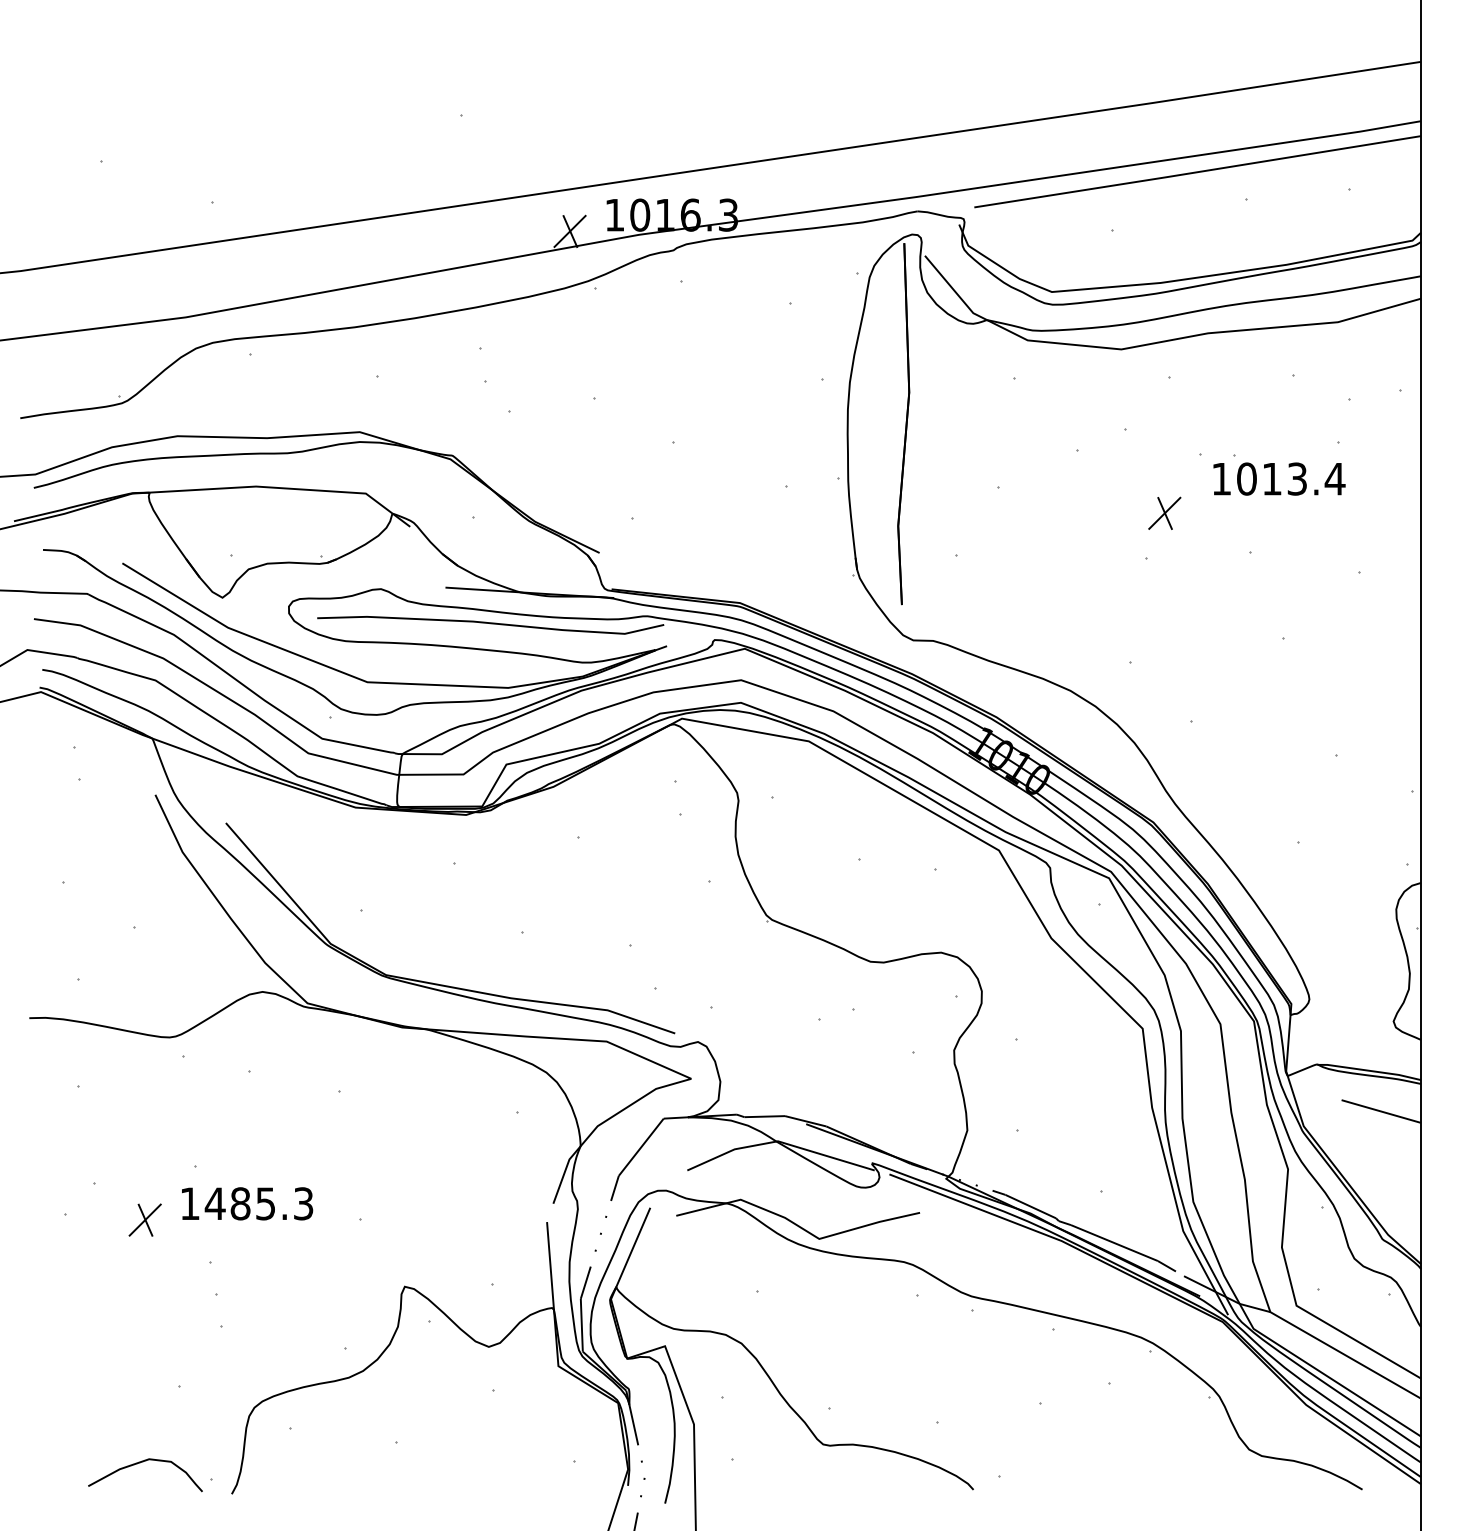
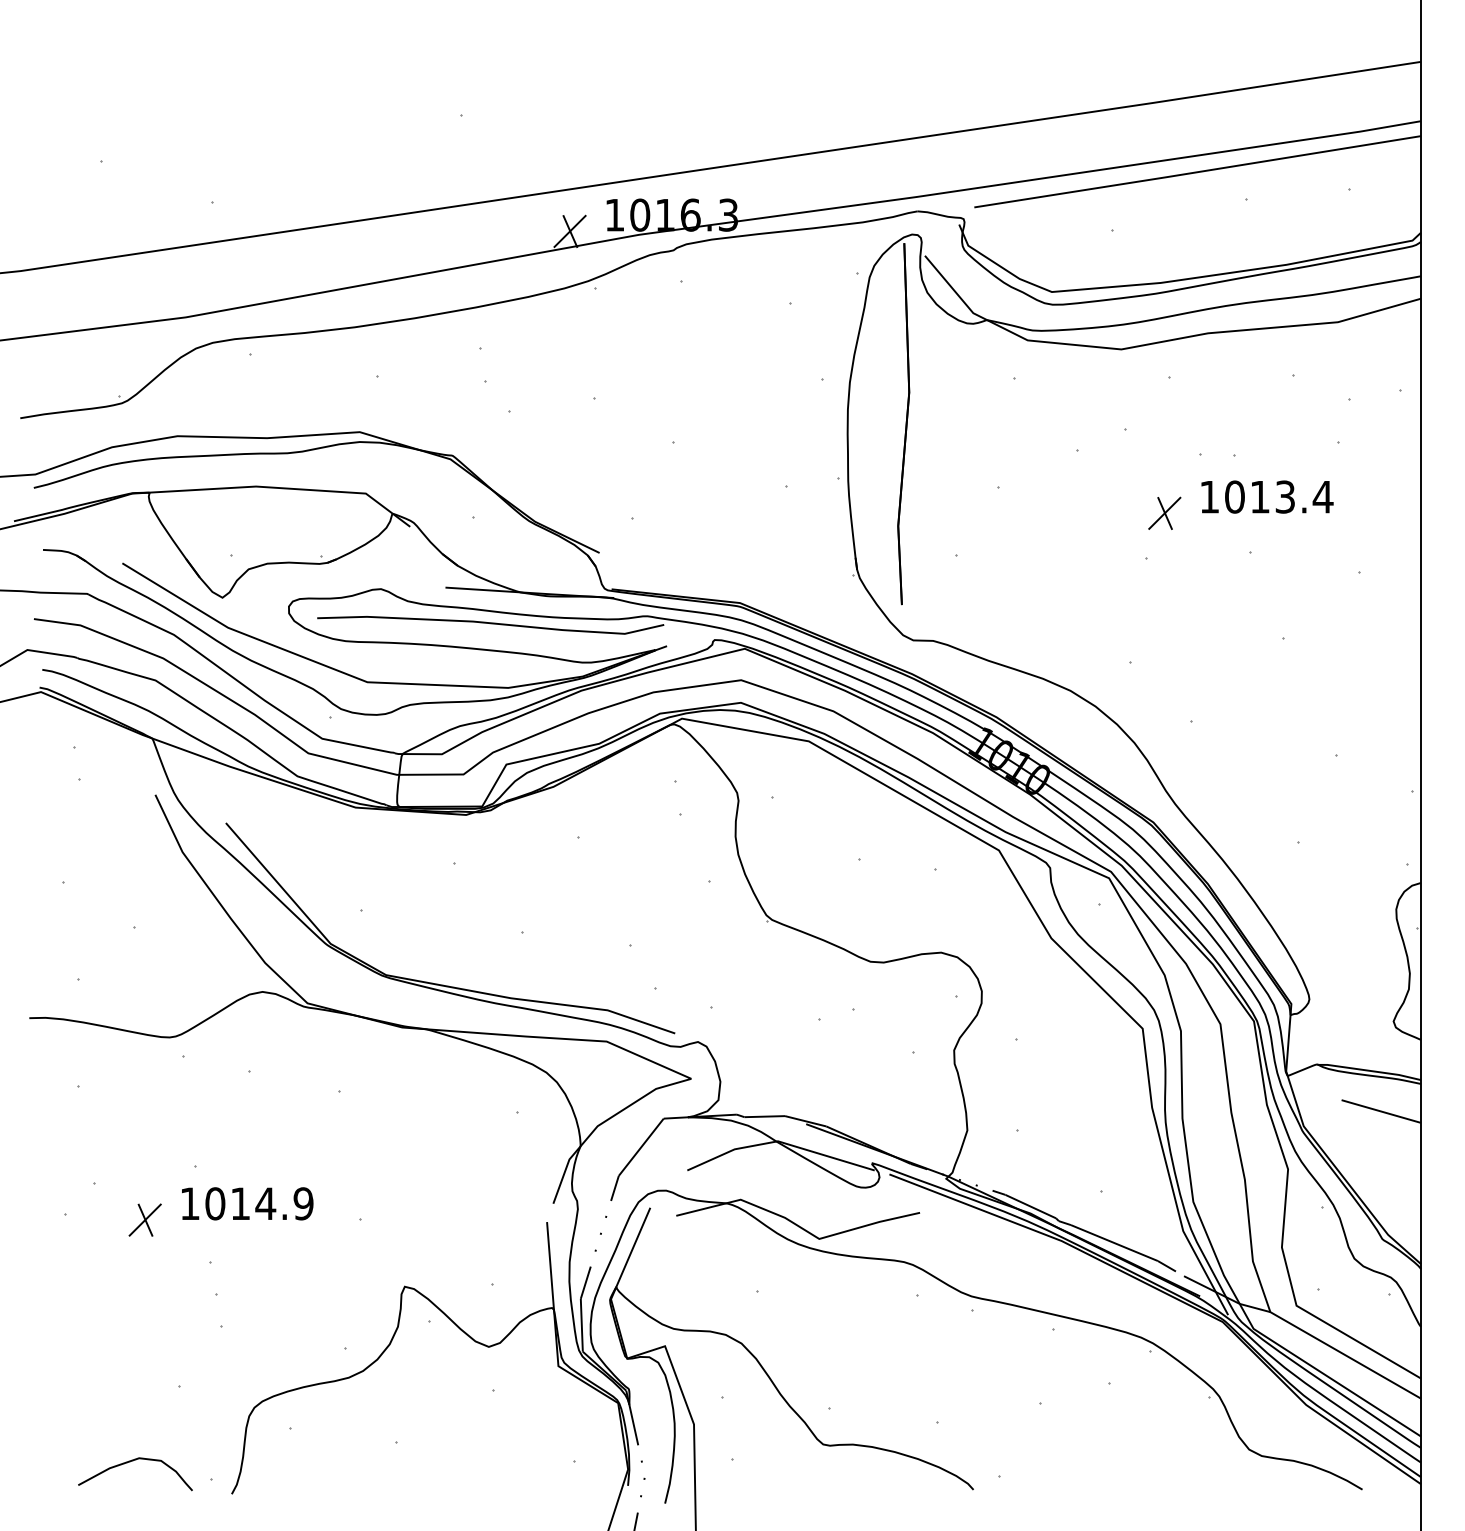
text at (1279, 478) position: (1279, 478) -> (1267, 496)
text at (258, 1203): 1485.3 -> 1014.9
curve at (140, 1463) position: (140, 1463) -> (130, 1462)
